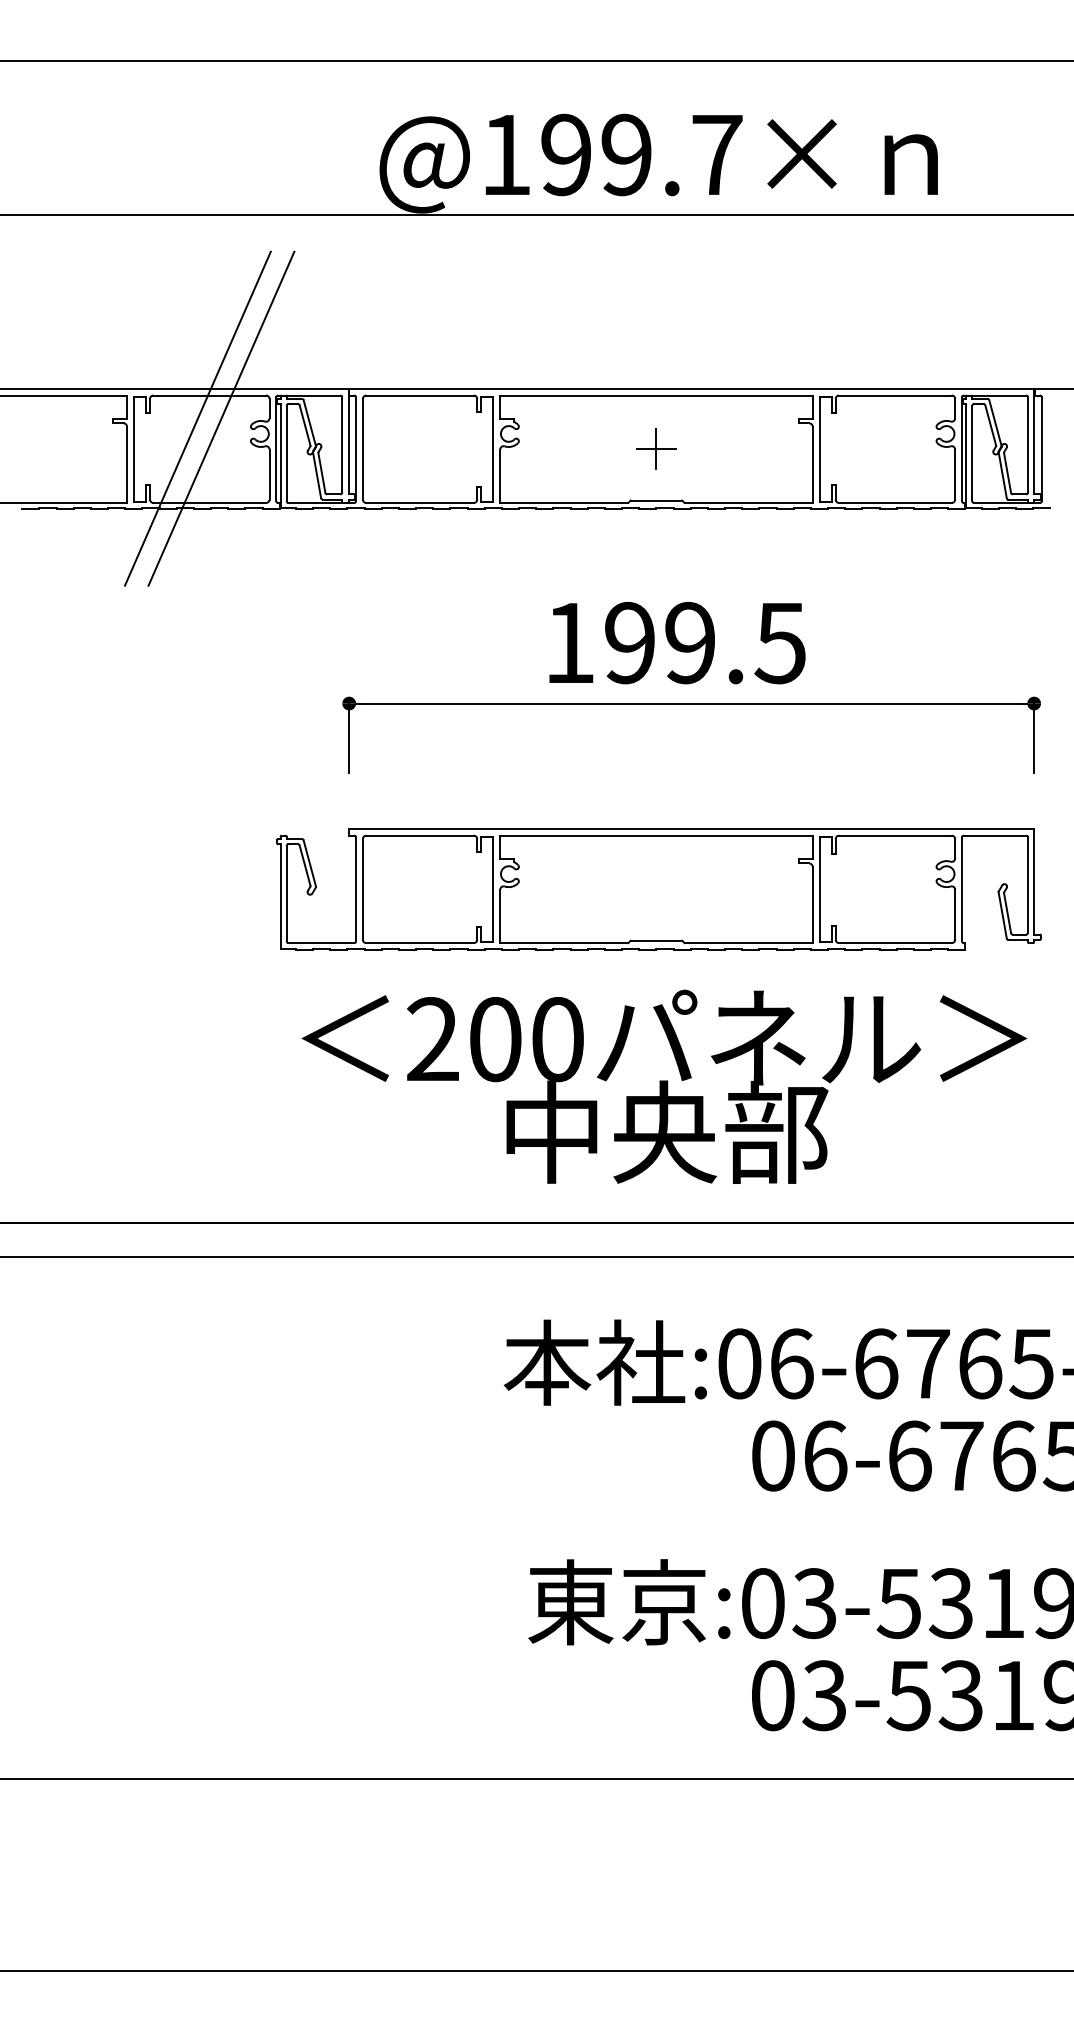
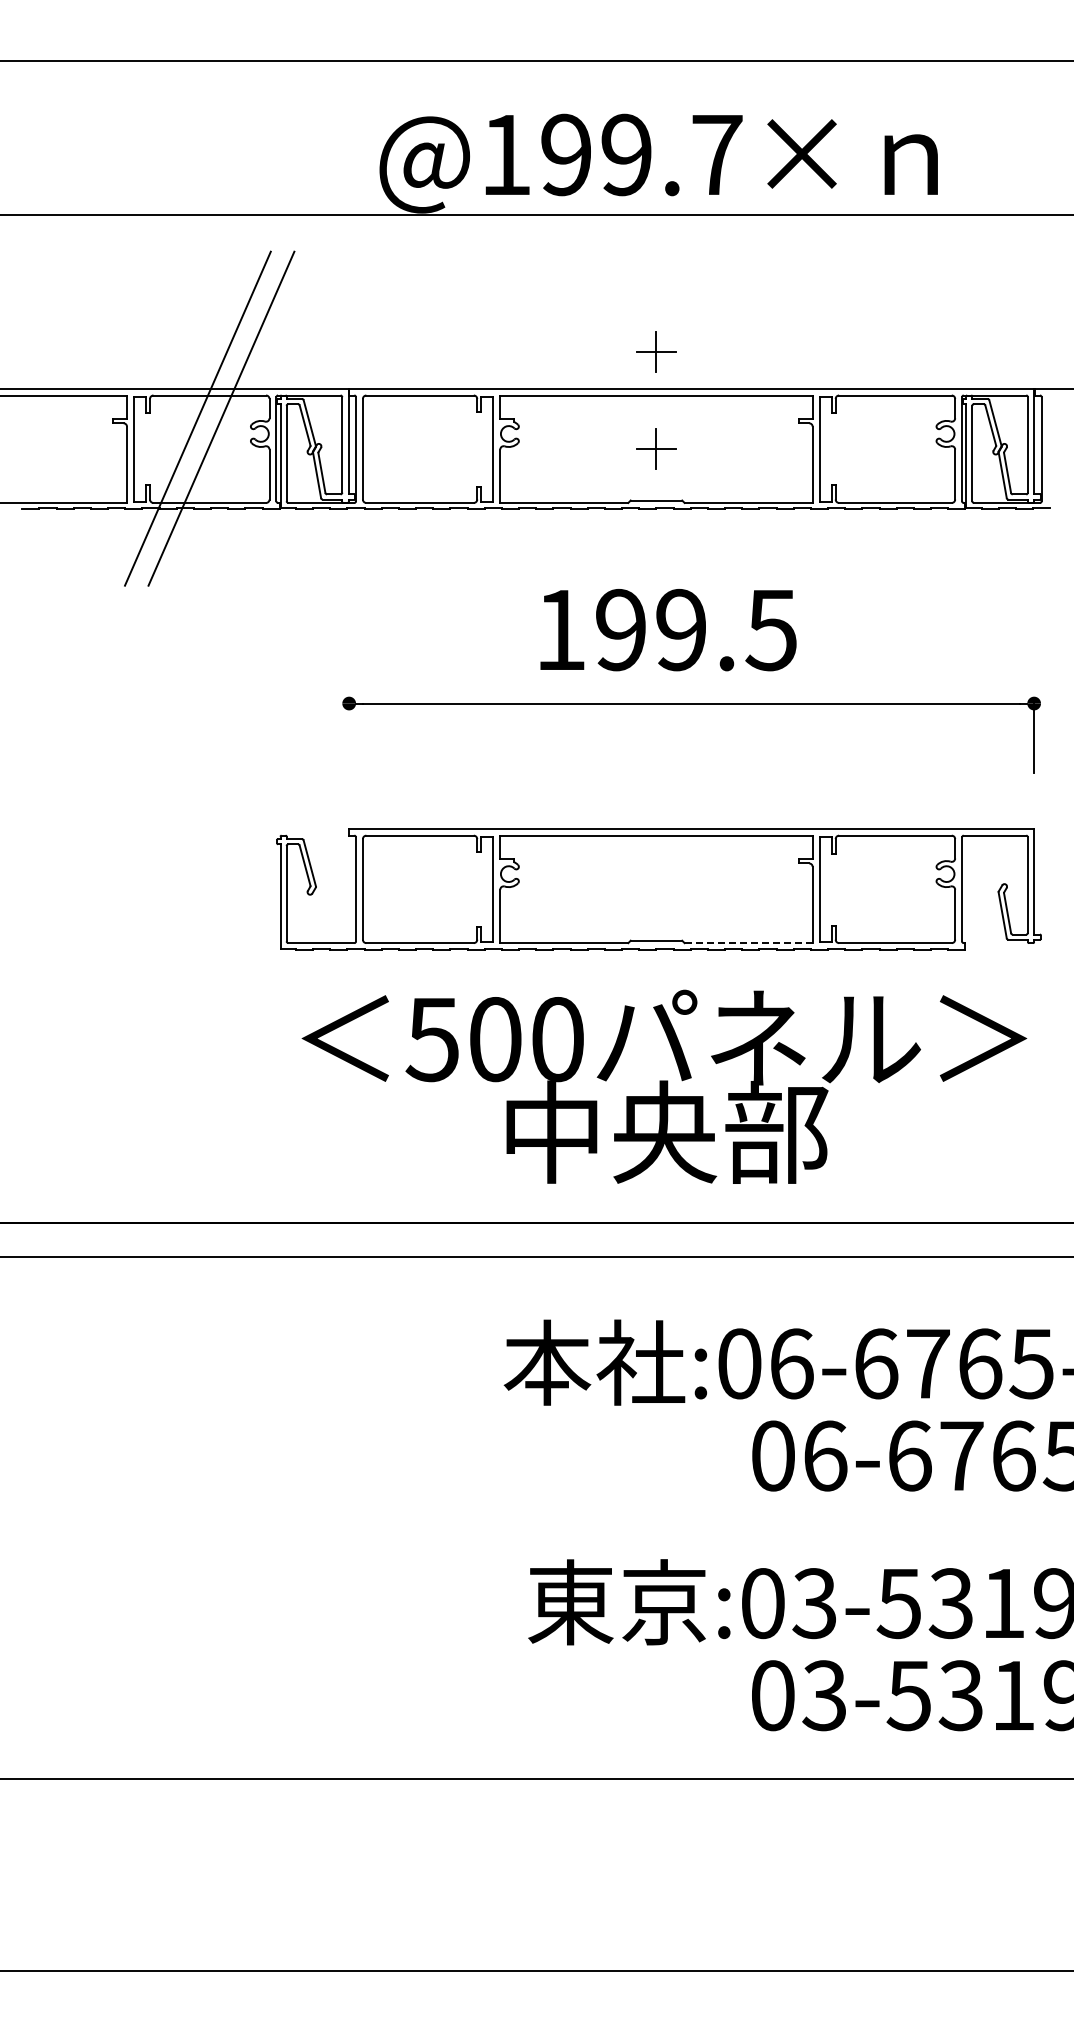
part at (656, 351): none -> present
text at (677, 643) position: (677, 643) -> (668, 630)
line at (349, 737): present -> none
line at (748, 943): solid -> dashed
text at (431, 1039): 200 -> 500
